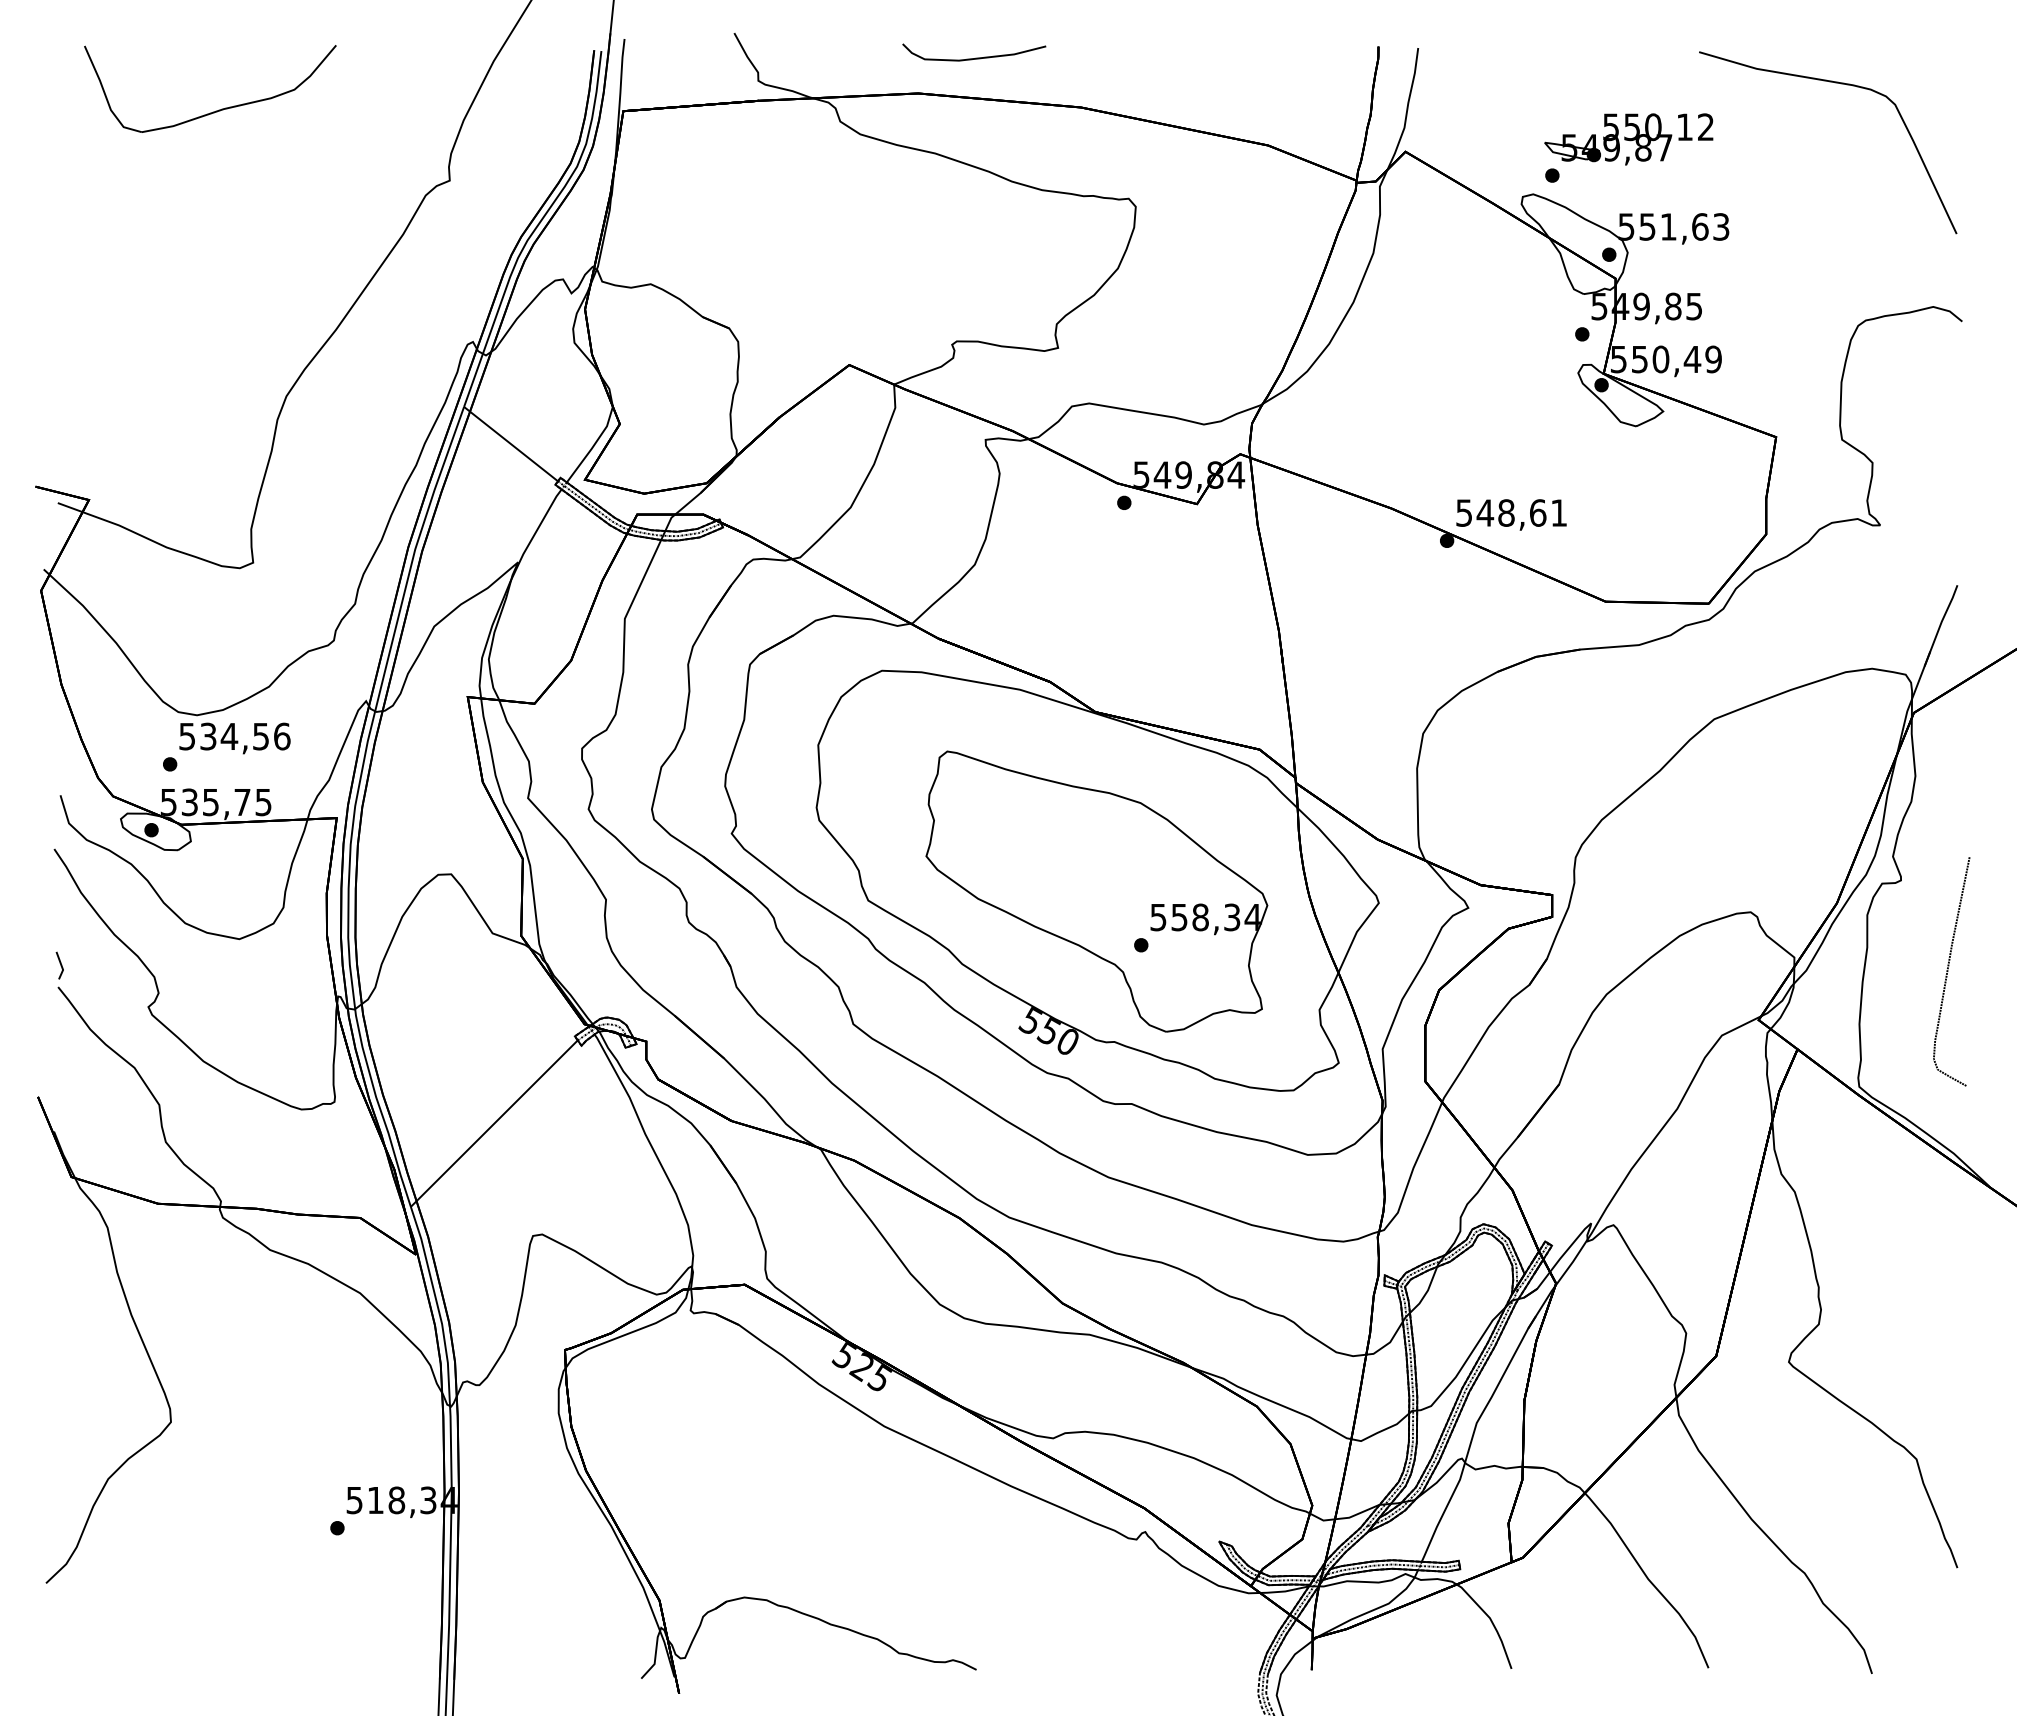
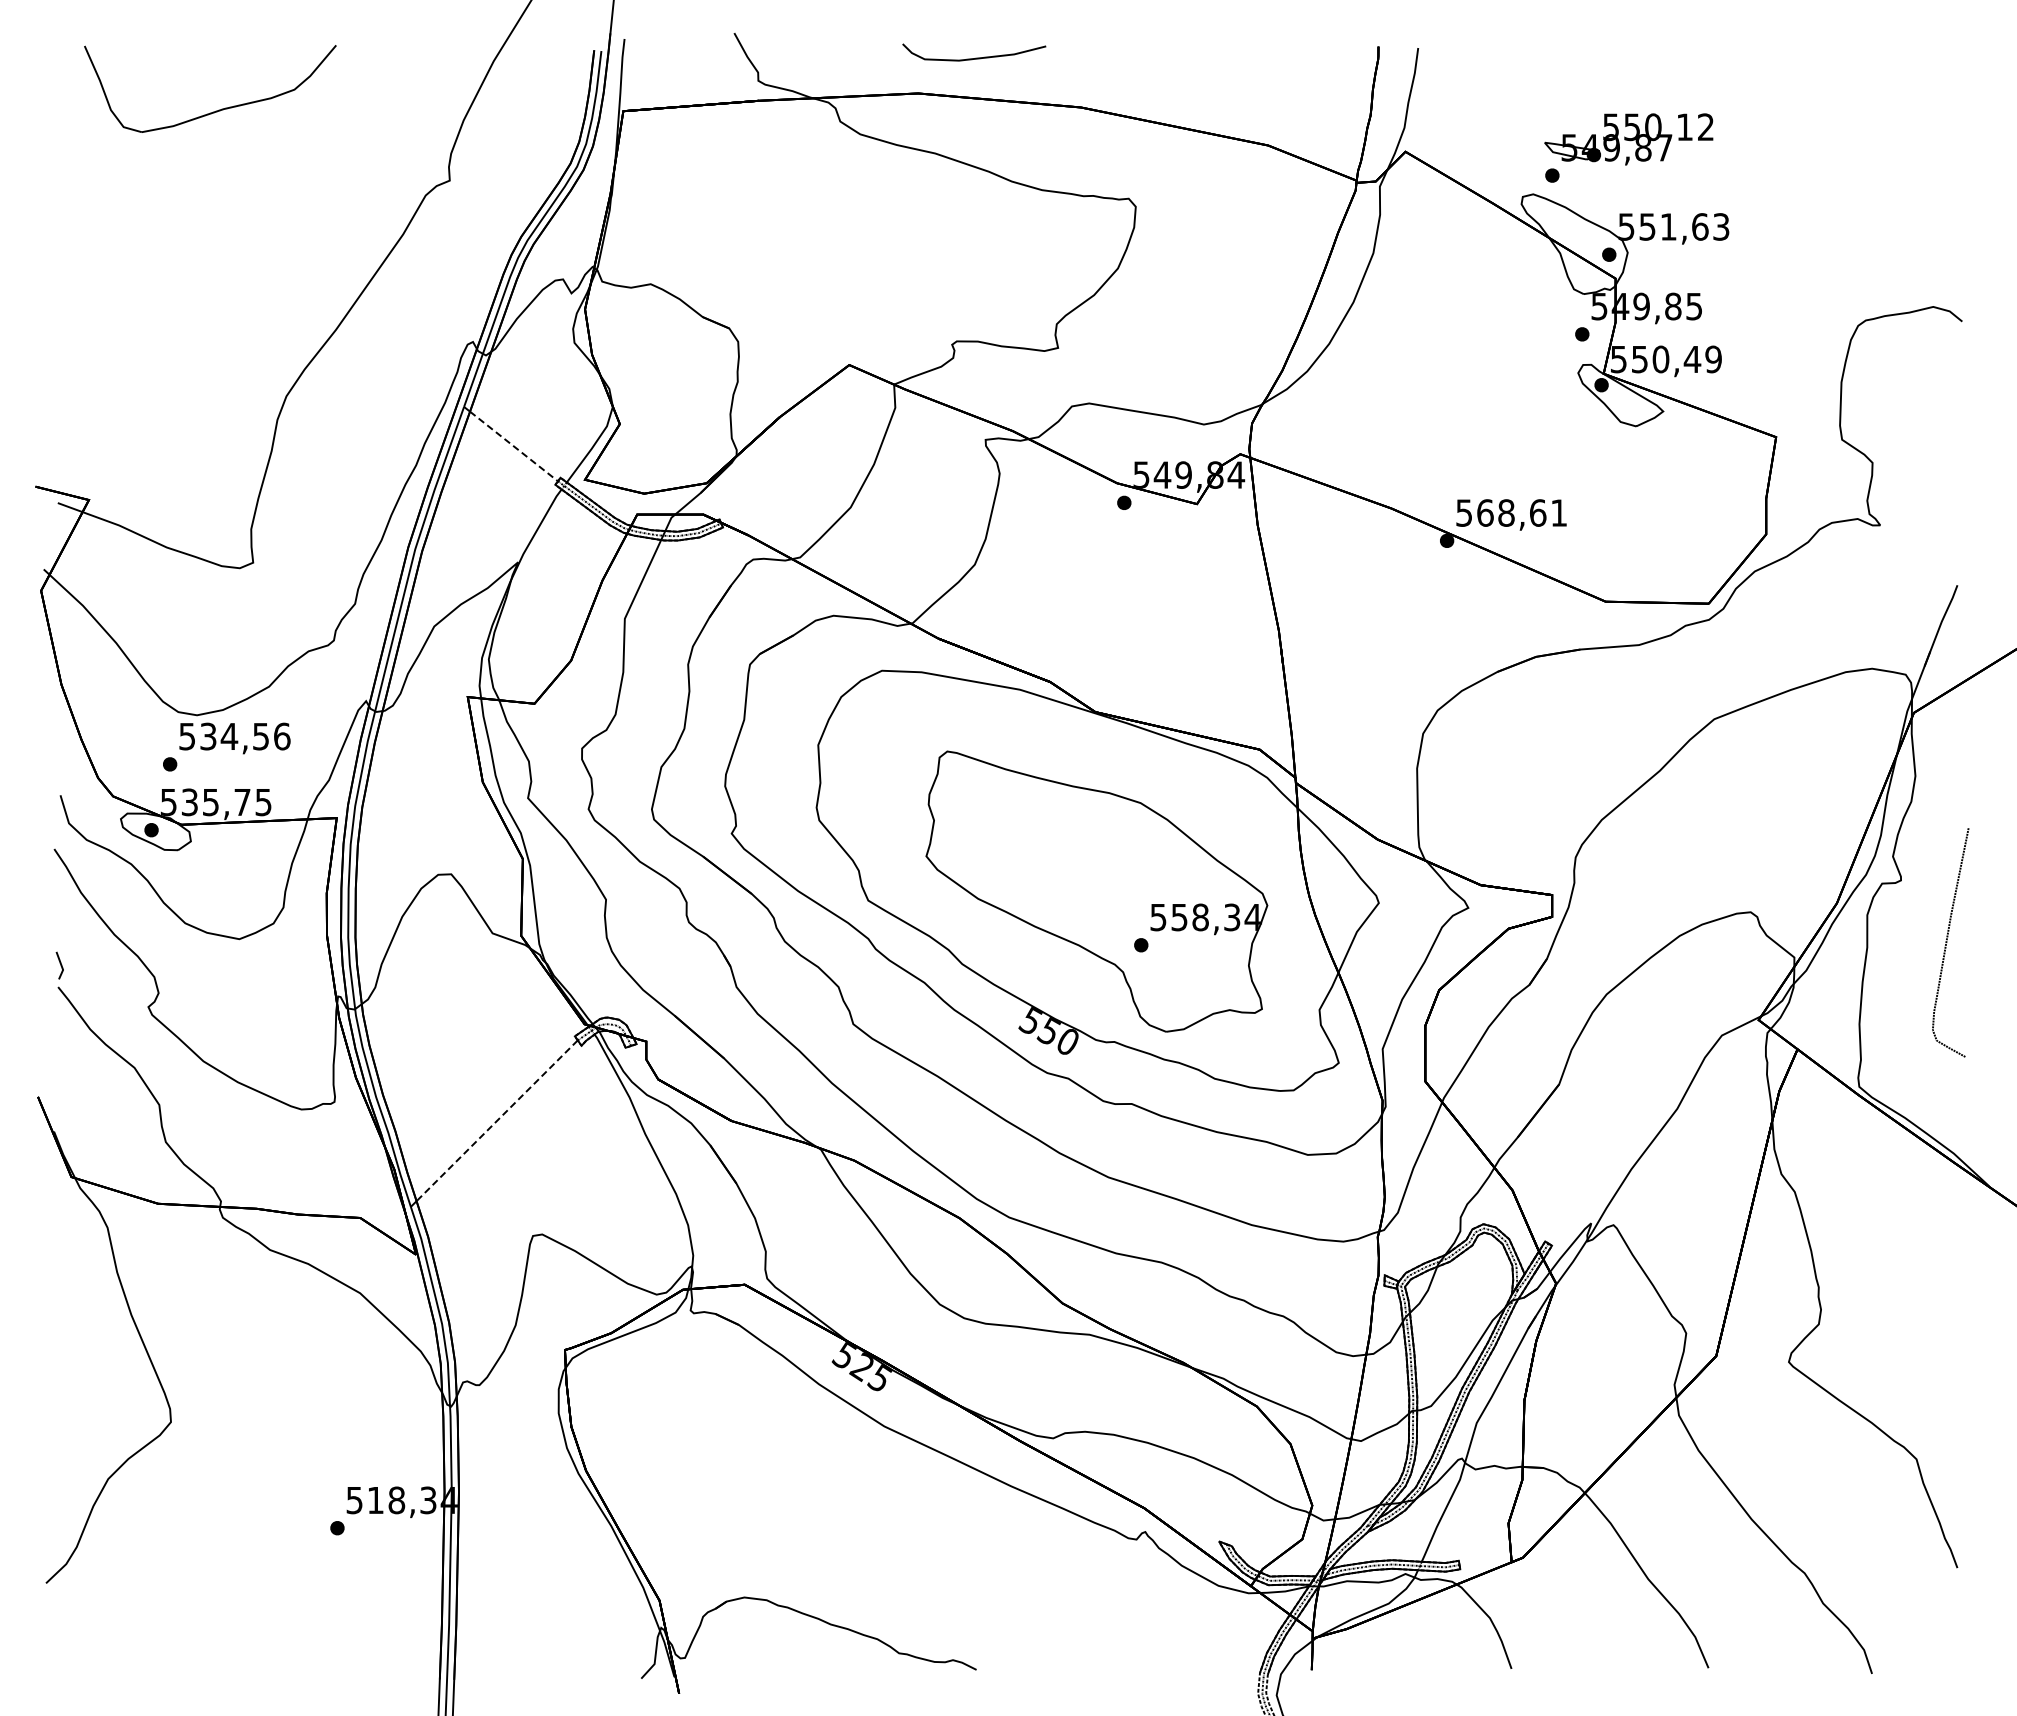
curve at (1835, 83): present -> none
line at (514, 446): solid -> dashed
text at (1485, 512): 548,61 -> 568,61
curve at (1948, 971) position: (1948, 971) -> (1947, 942)
line at (497, 1120): solid -> dashed
